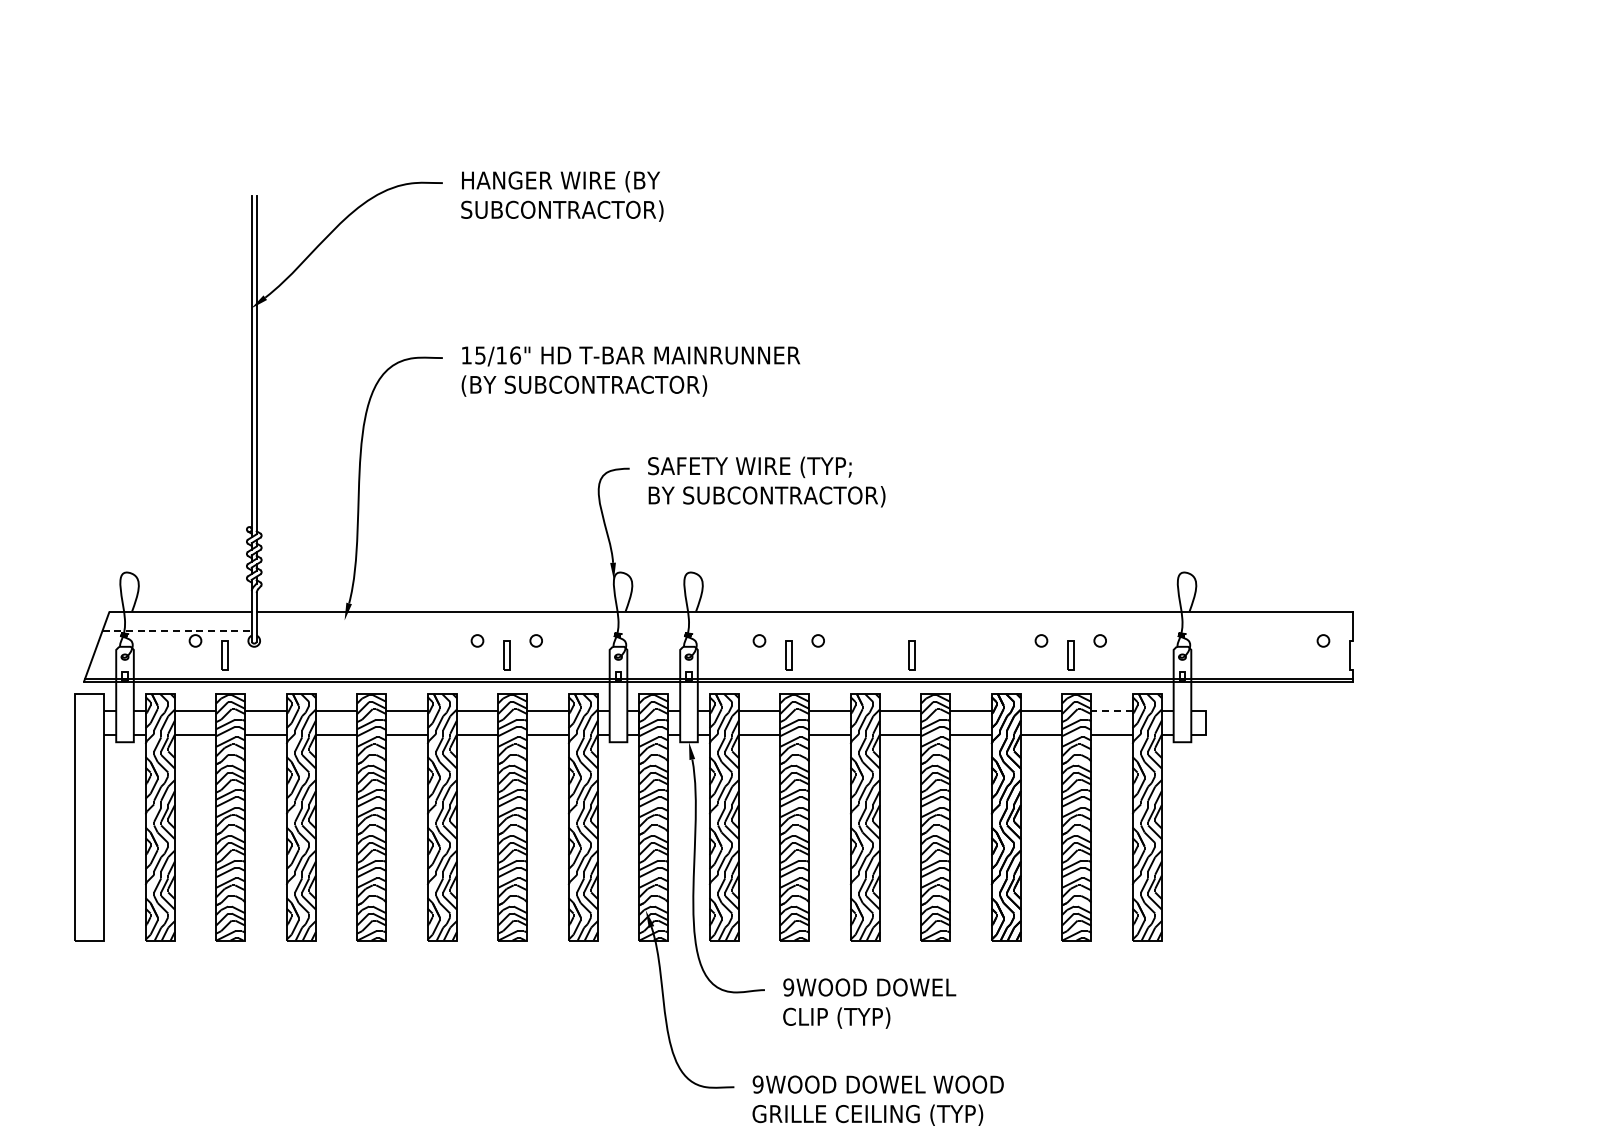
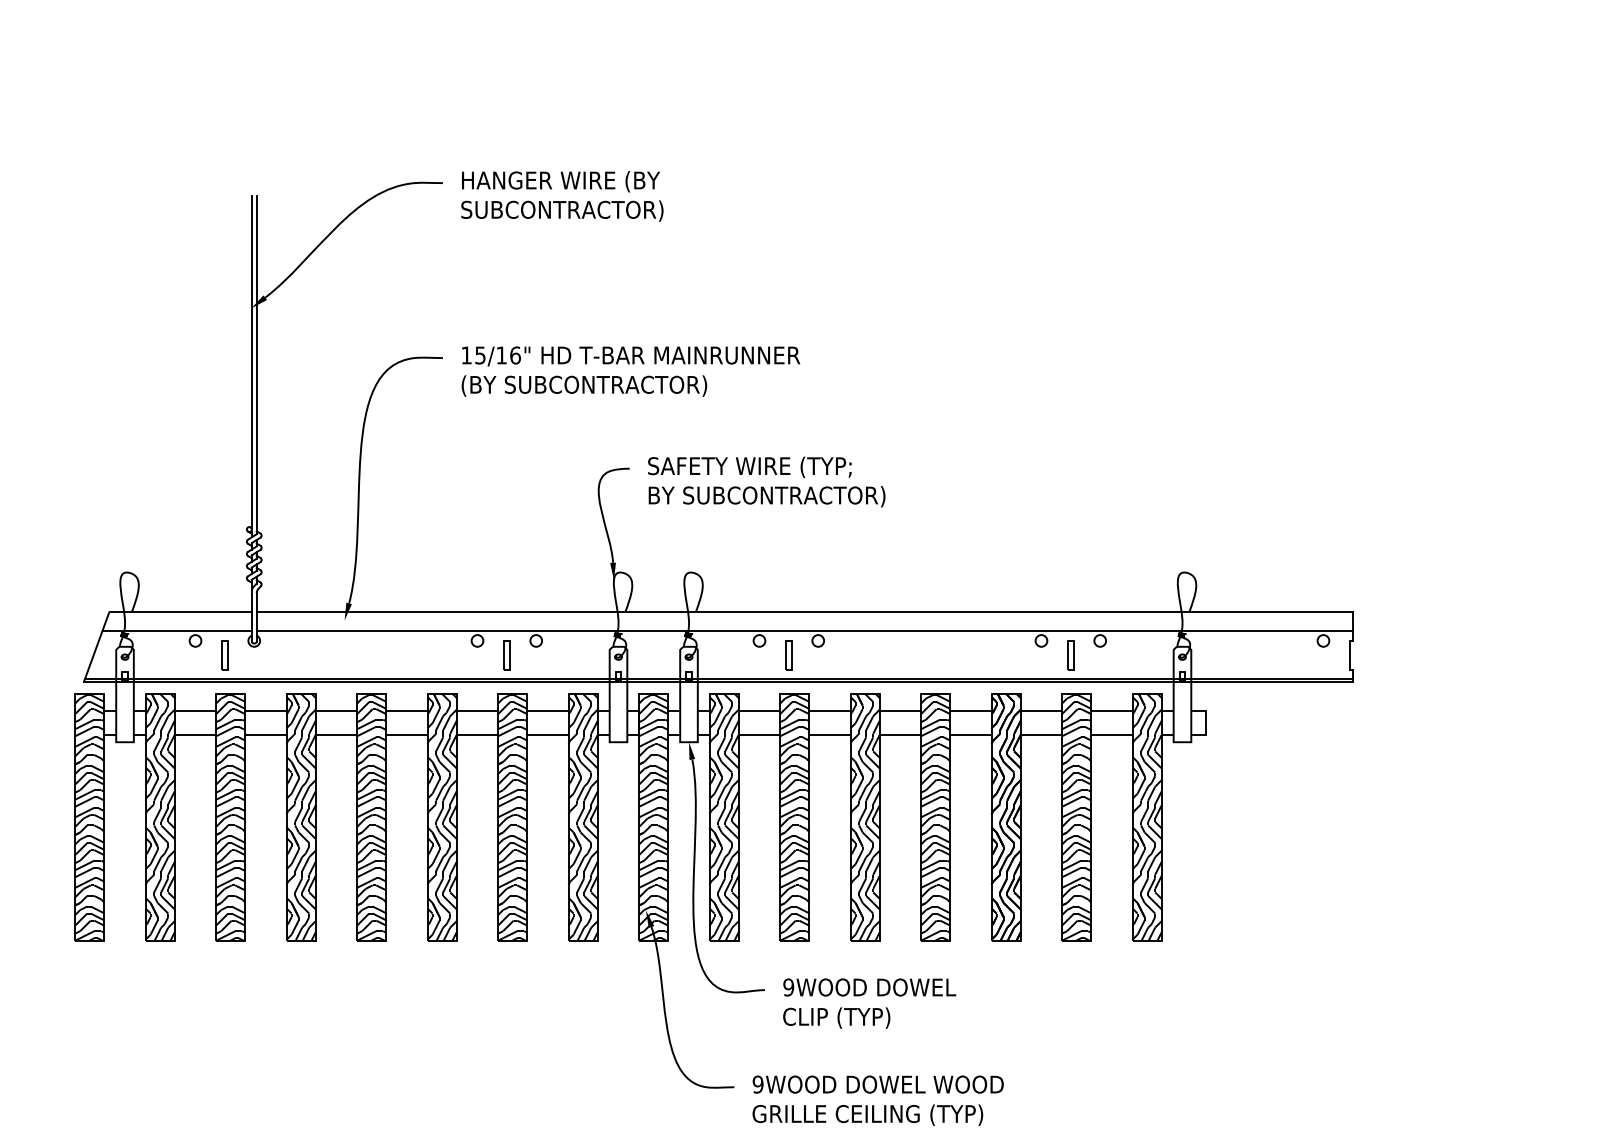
line at (177, 630): dashed -> solid
line at (804, 630): none -> present
part at (911, 655): present -> none
line at (1111, 711): dashed -> solid
hatch at (89, 816): none -> present
